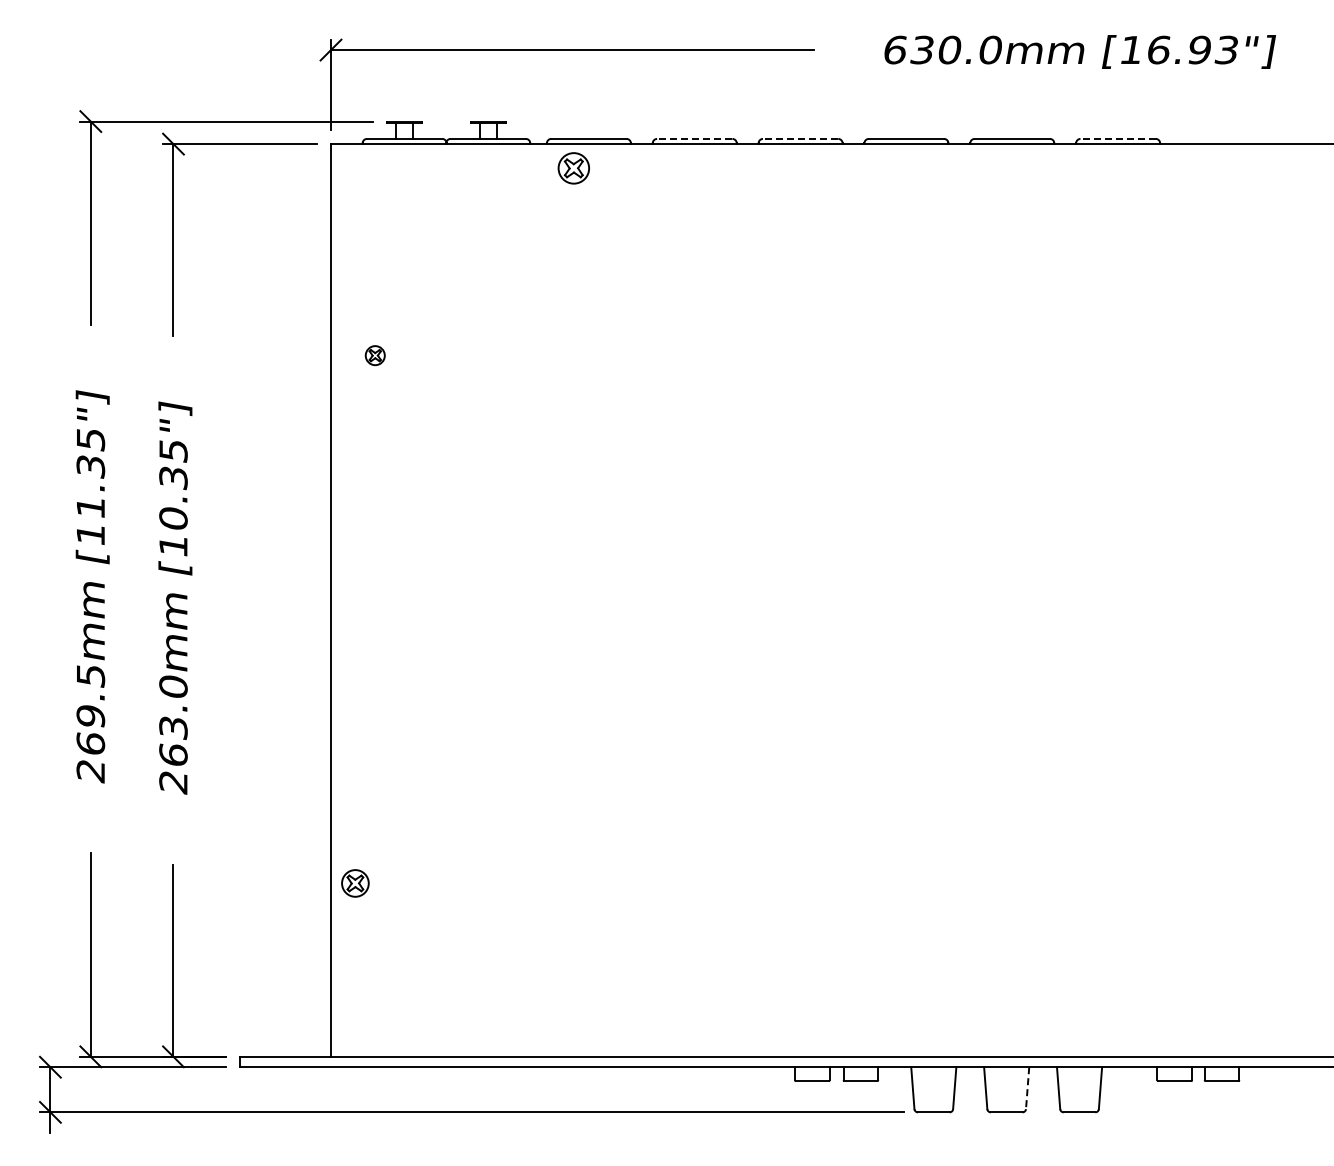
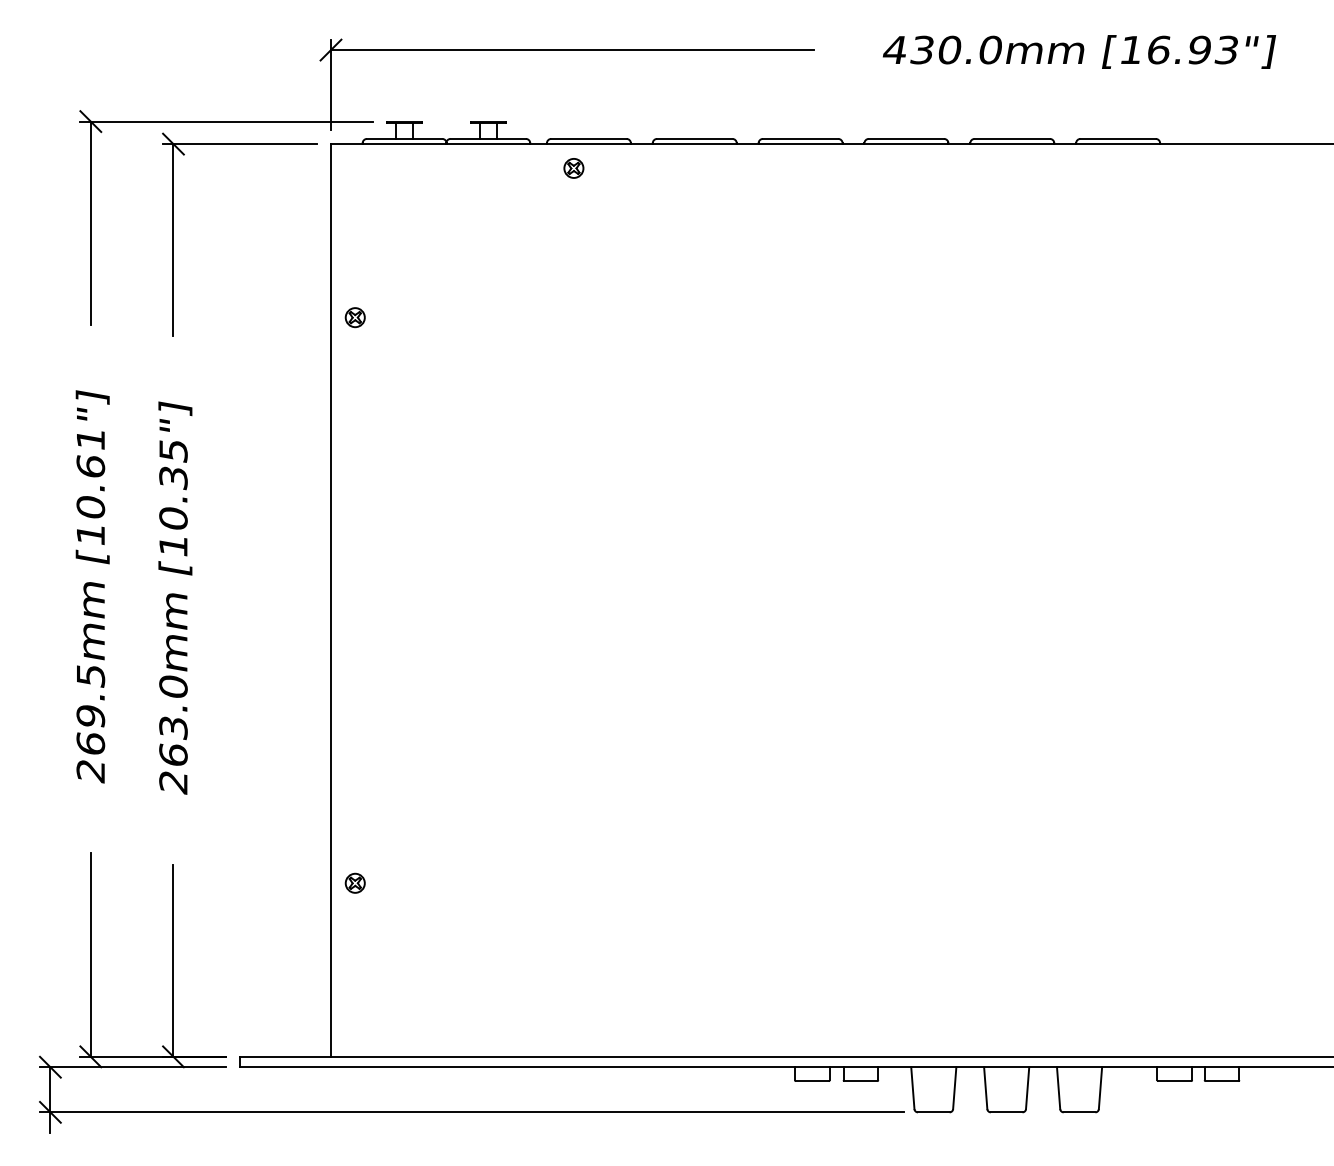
text at (894, 49): 630.0mm -> 430.0mm
line at (694, 138): dashed -> solid
line at (800, 138): dashed -> solid
line at (1118, 138): dashed -> solid
part at (573, 168) size: 33x33 px -> 22x21 px
part at (374, 355) position: (374, 355) -> (354, 317)
text at (90, 473): [11.35"] -> [10.61"]
part at (355, 883) size: 29x29 px -> 22x22 px
line at (1027, 1088): dashed -> solid
